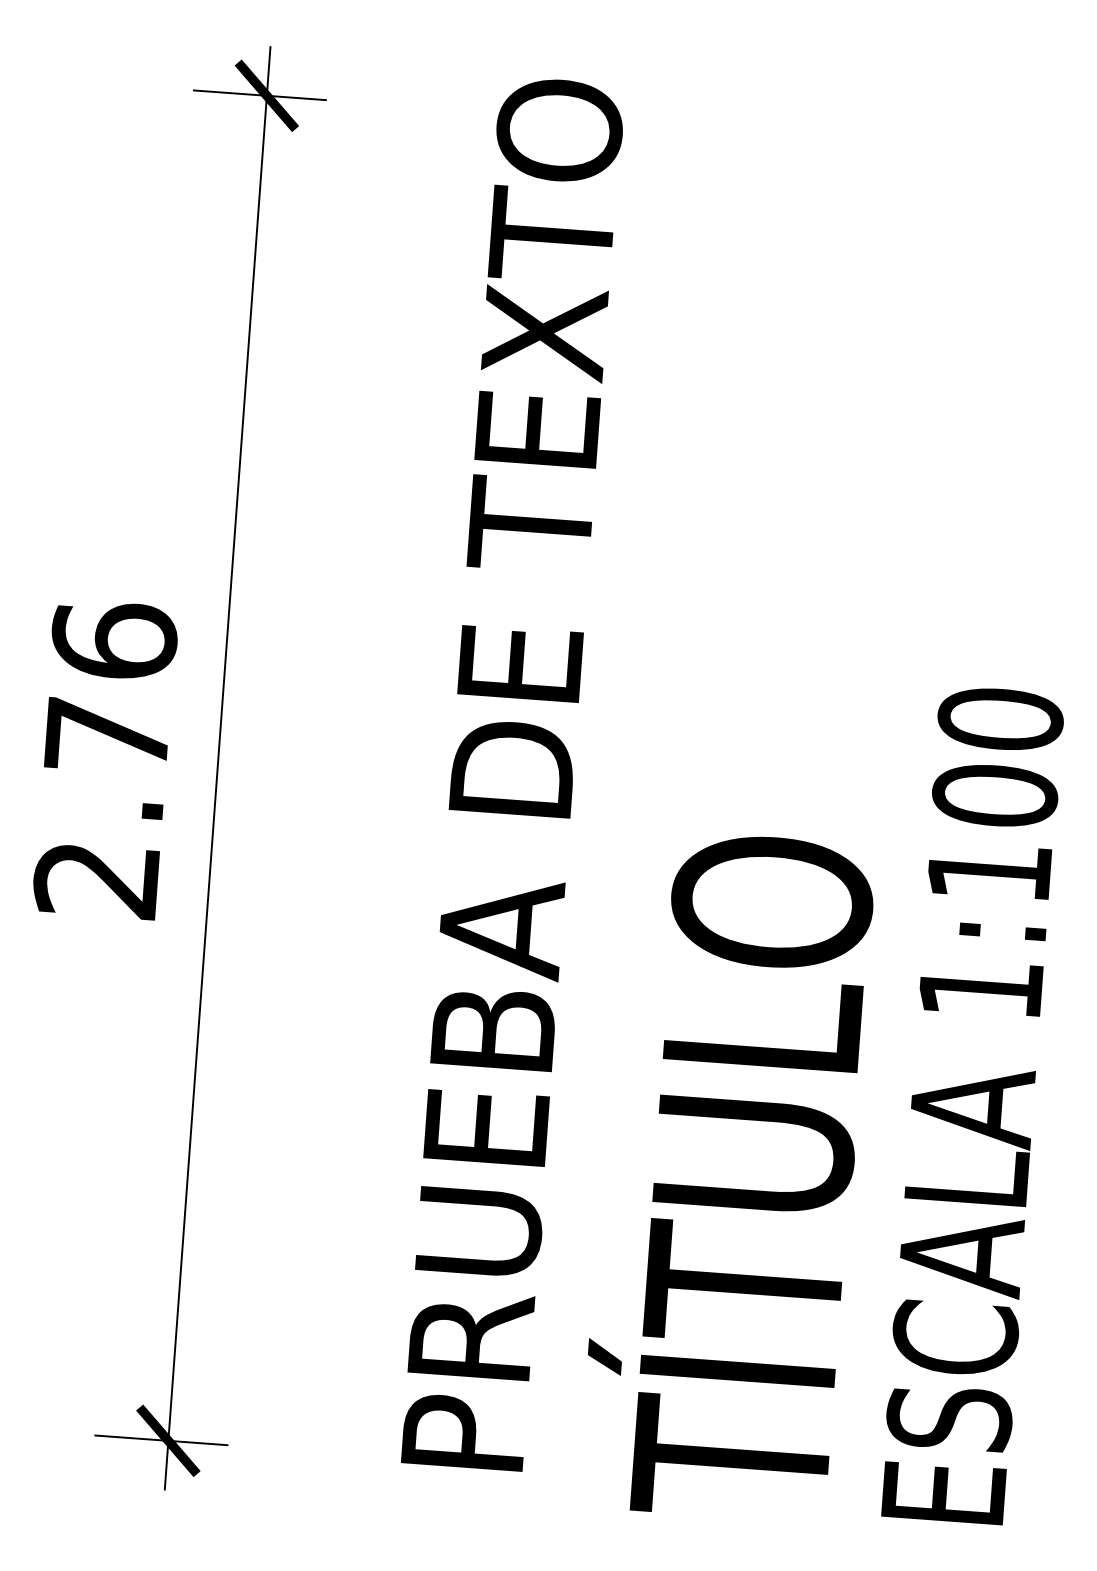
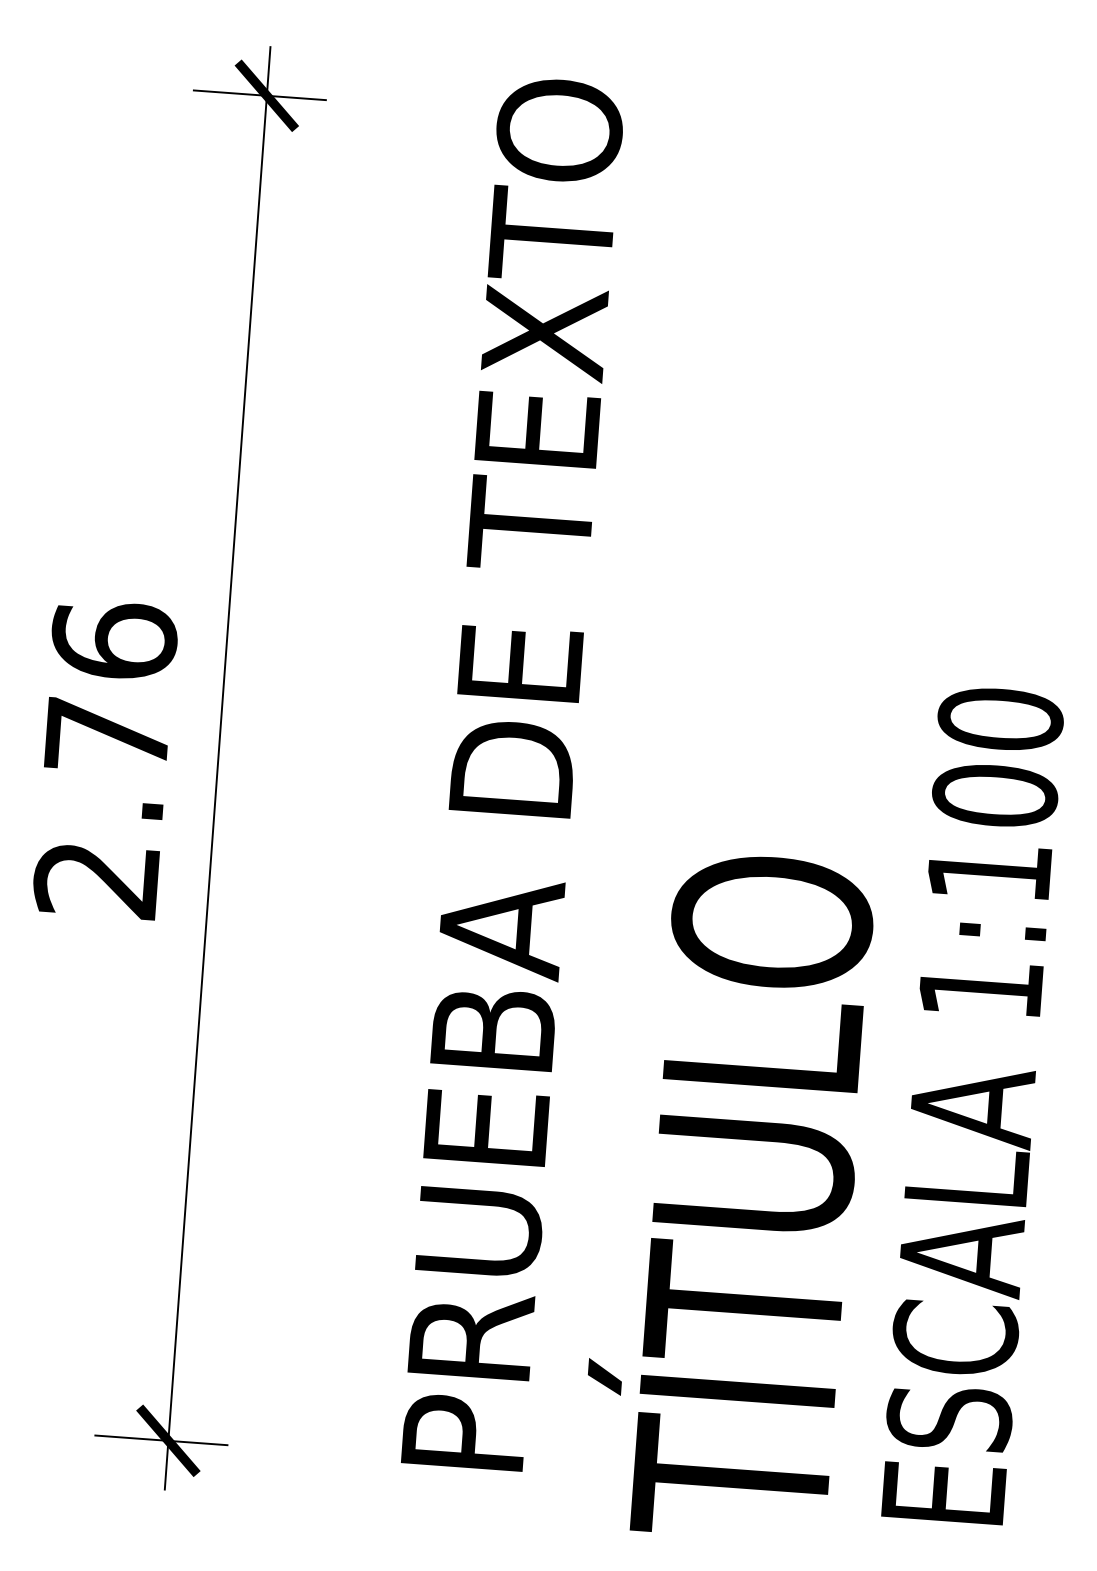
text at (730, 1173) position: (730, 1173) -> (730, 1193)
